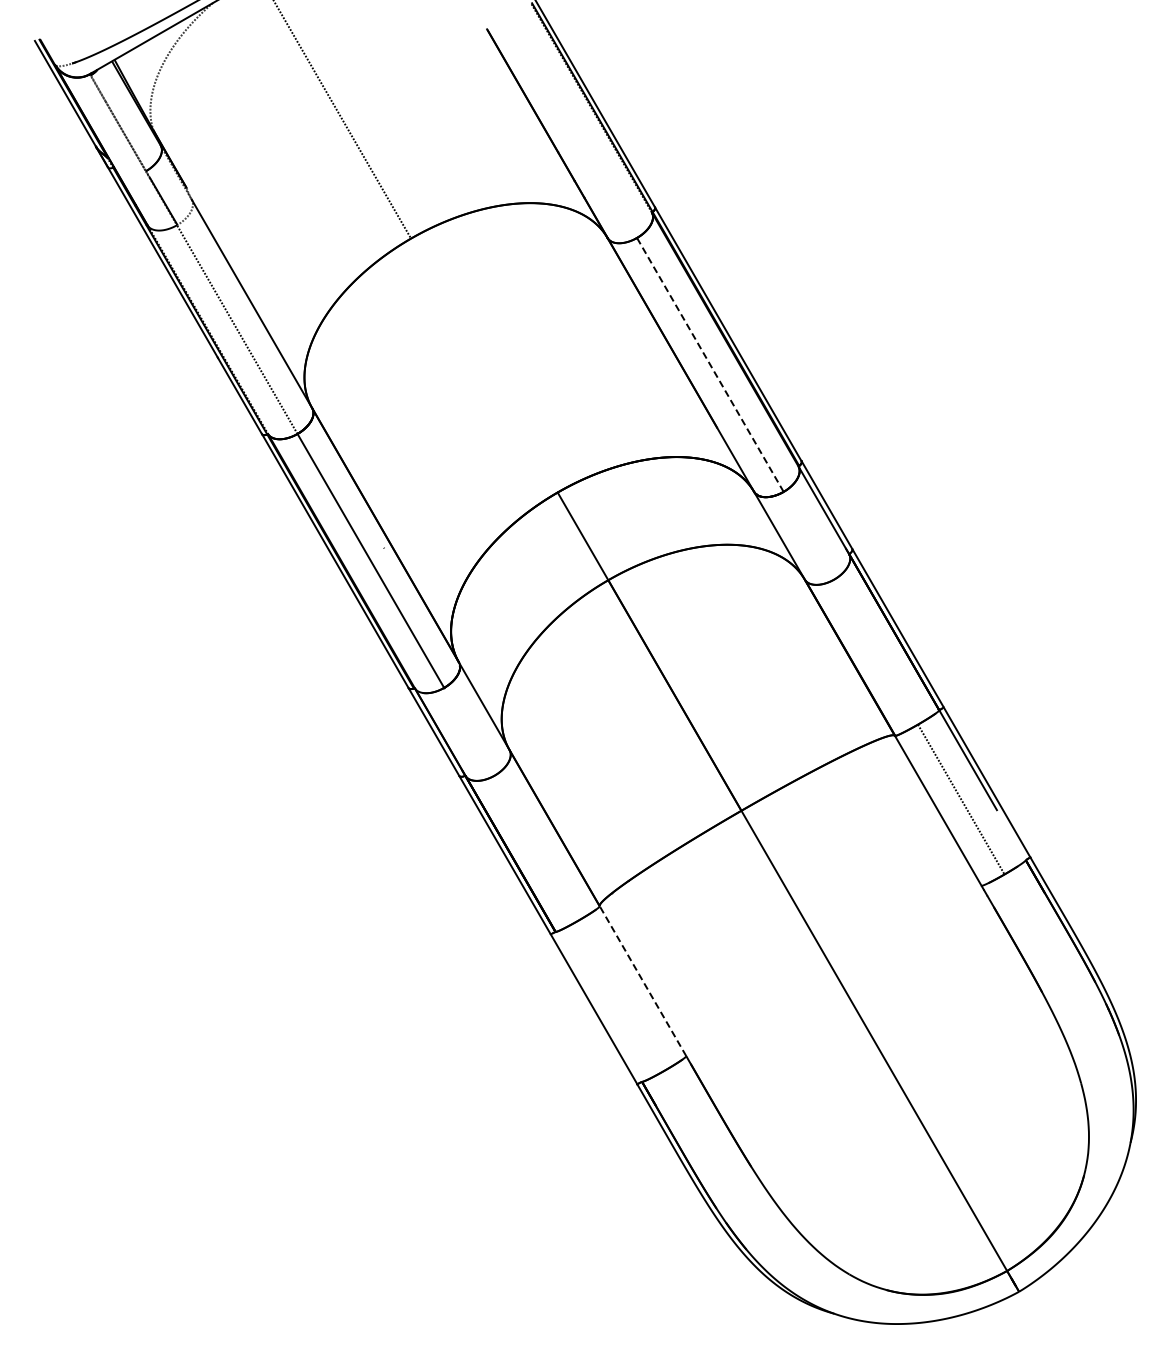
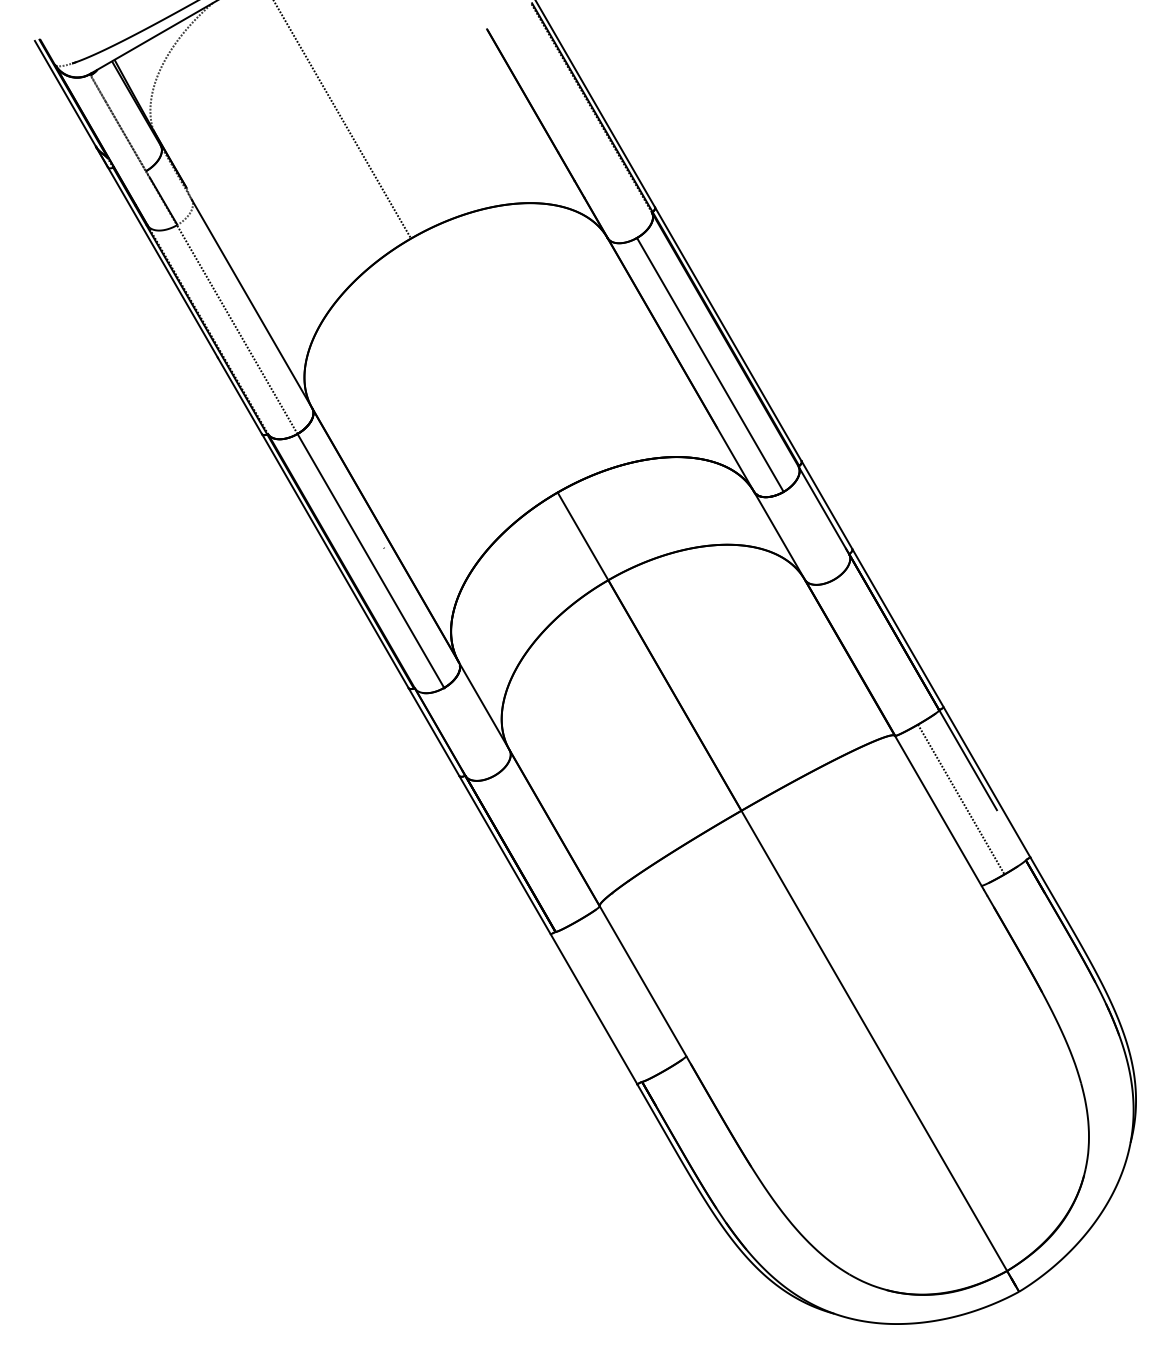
line at (710, 364): dashed -> solid
line at (643, 981): dashed -> solid
